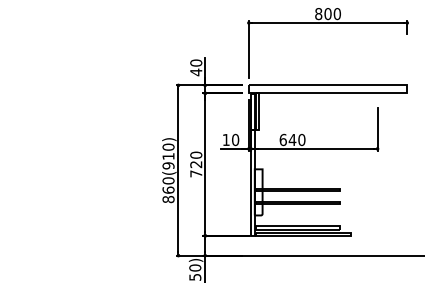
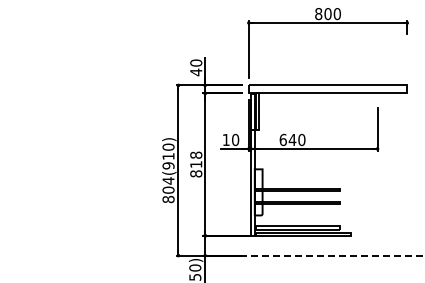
text at (196, 164): 720 -> 818
text at (168, 185): 860(910) -> 804(910)
line at (327, 255): solid -> dashed
